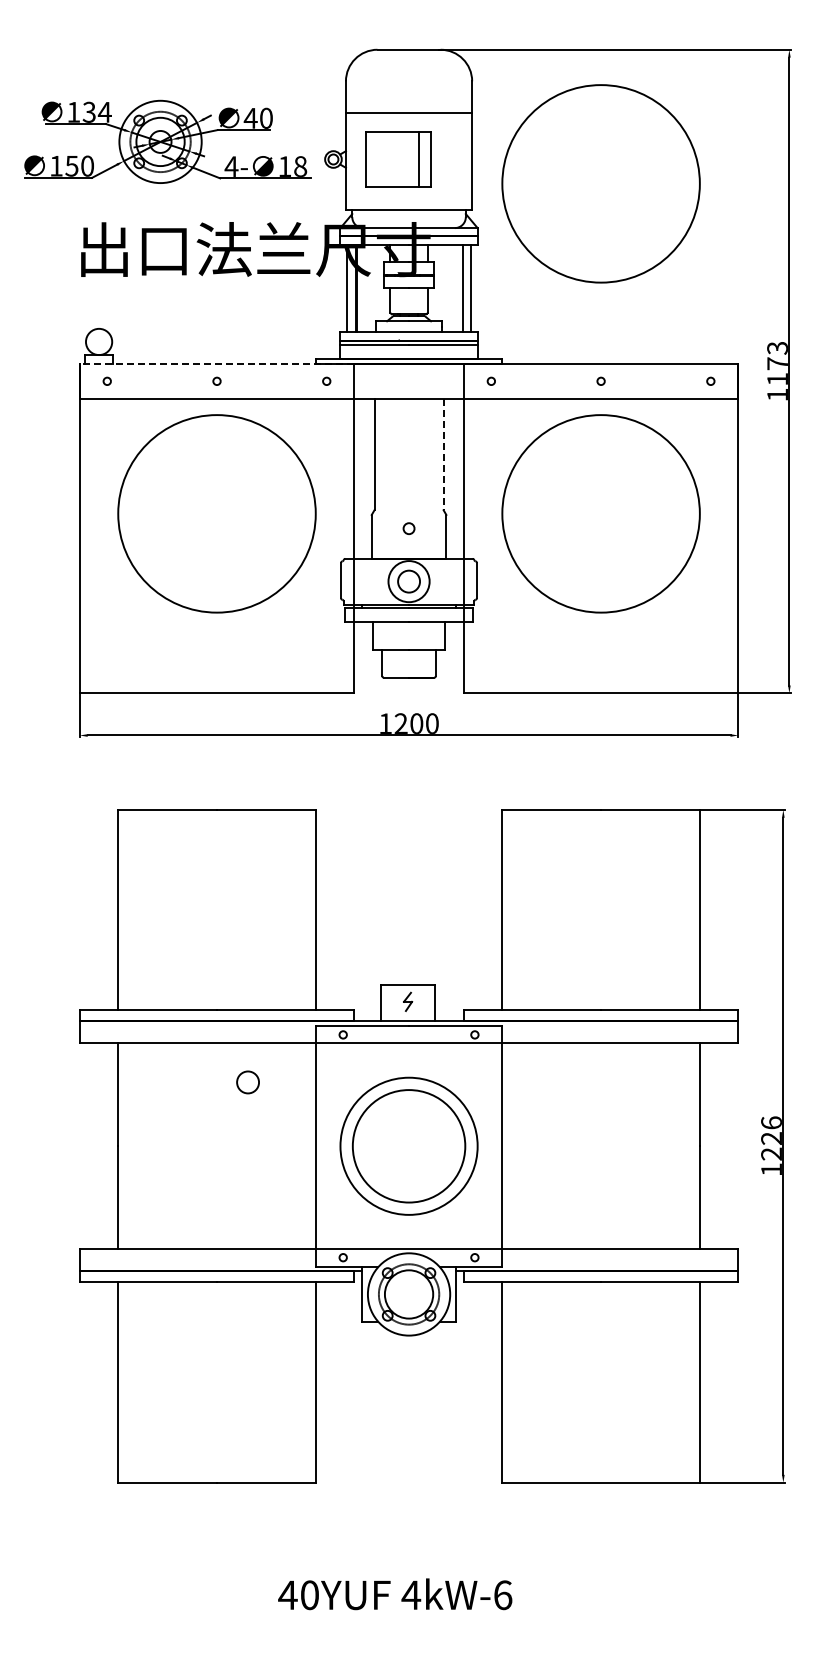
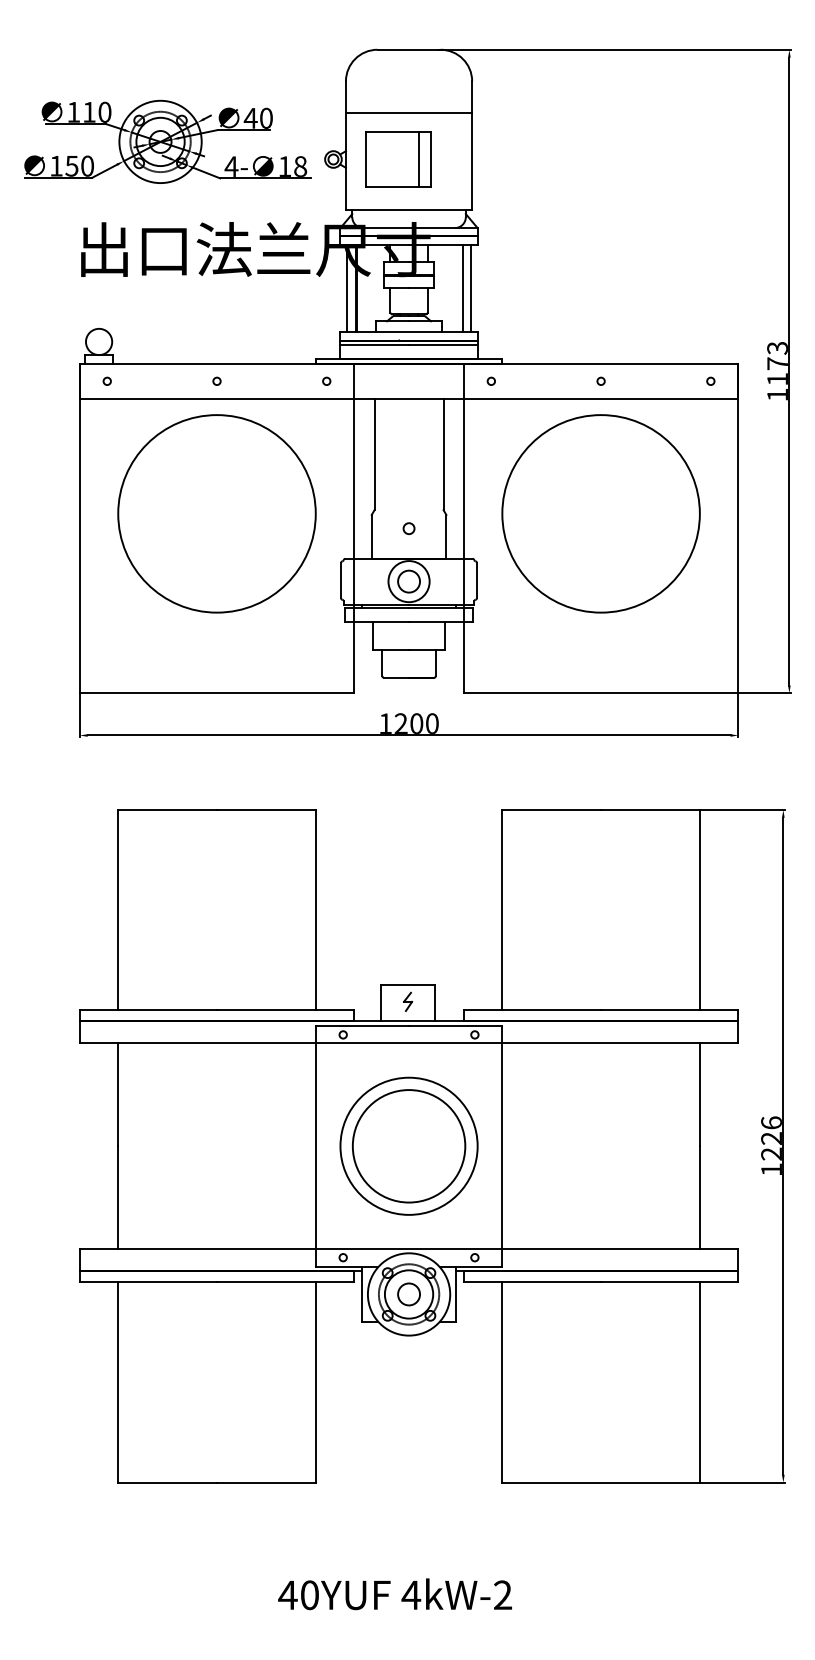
text at (96, 111): 134 -> 110
circle at (600, 183): present -> none
line at (216, 364): dashed -> solid
line at (443, 454): dashed -> solid
circle at (247, 1082) position: (247, 1082) -> (408, 1294)
text at (503, 1595): 4kW-6 -> 4kW-2
